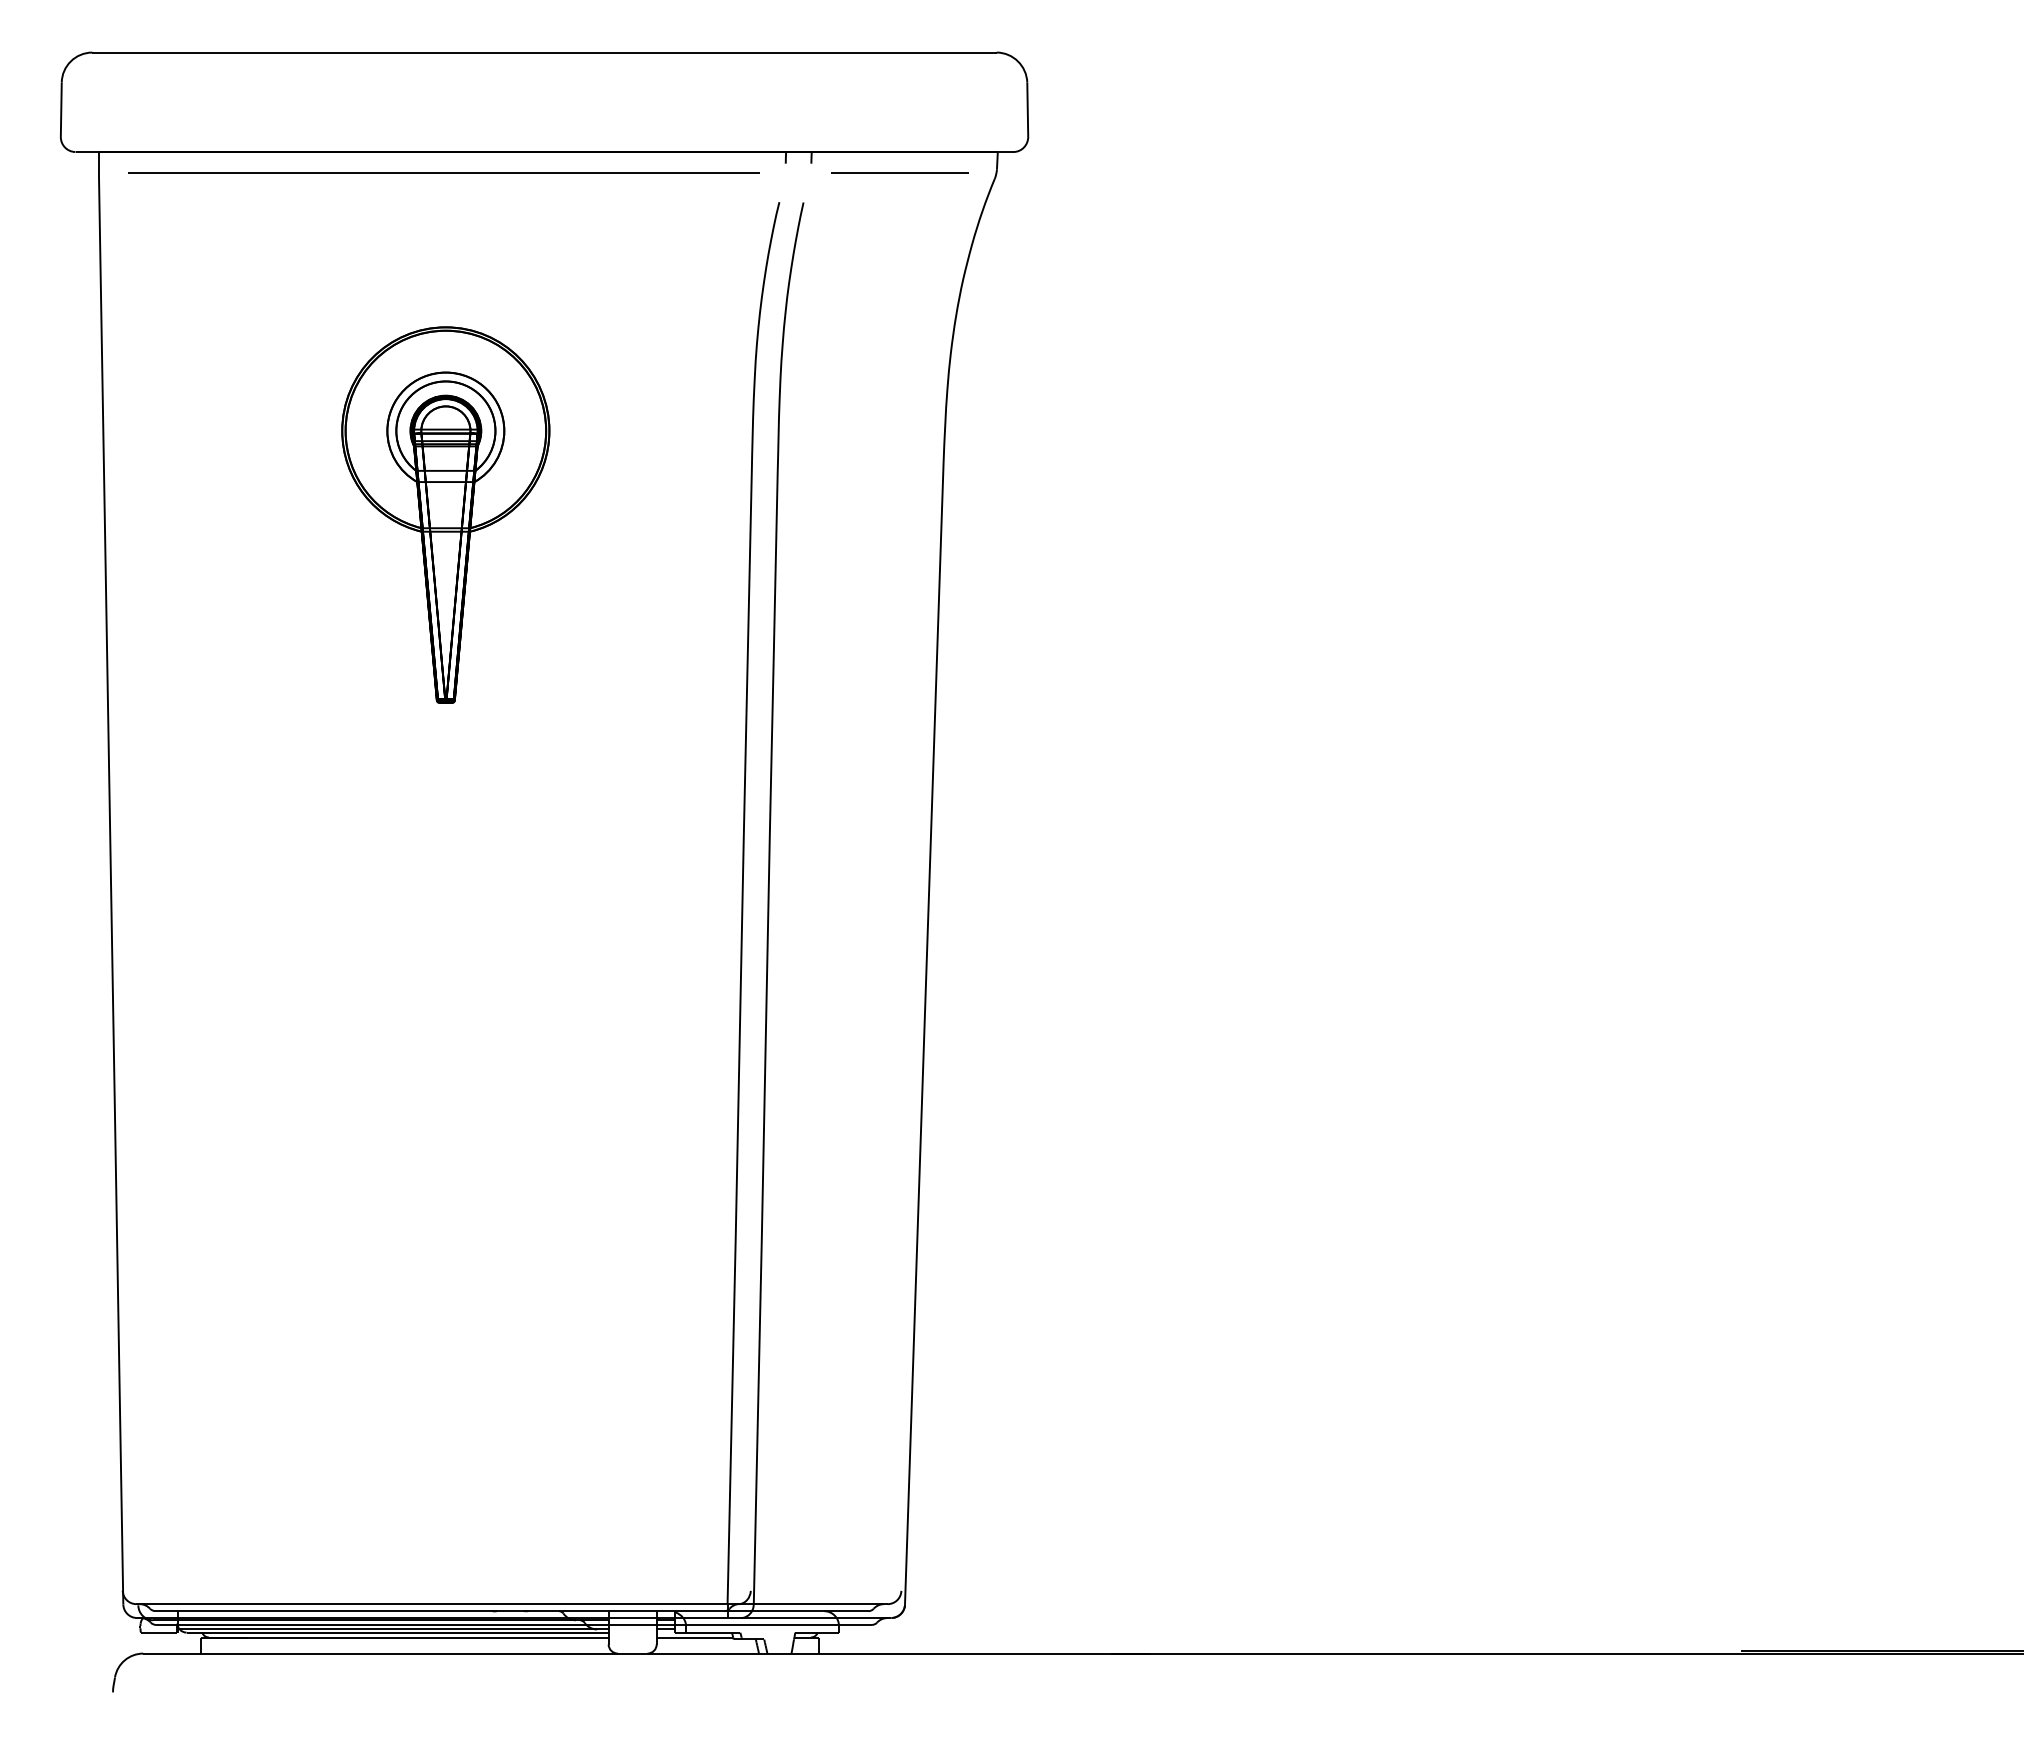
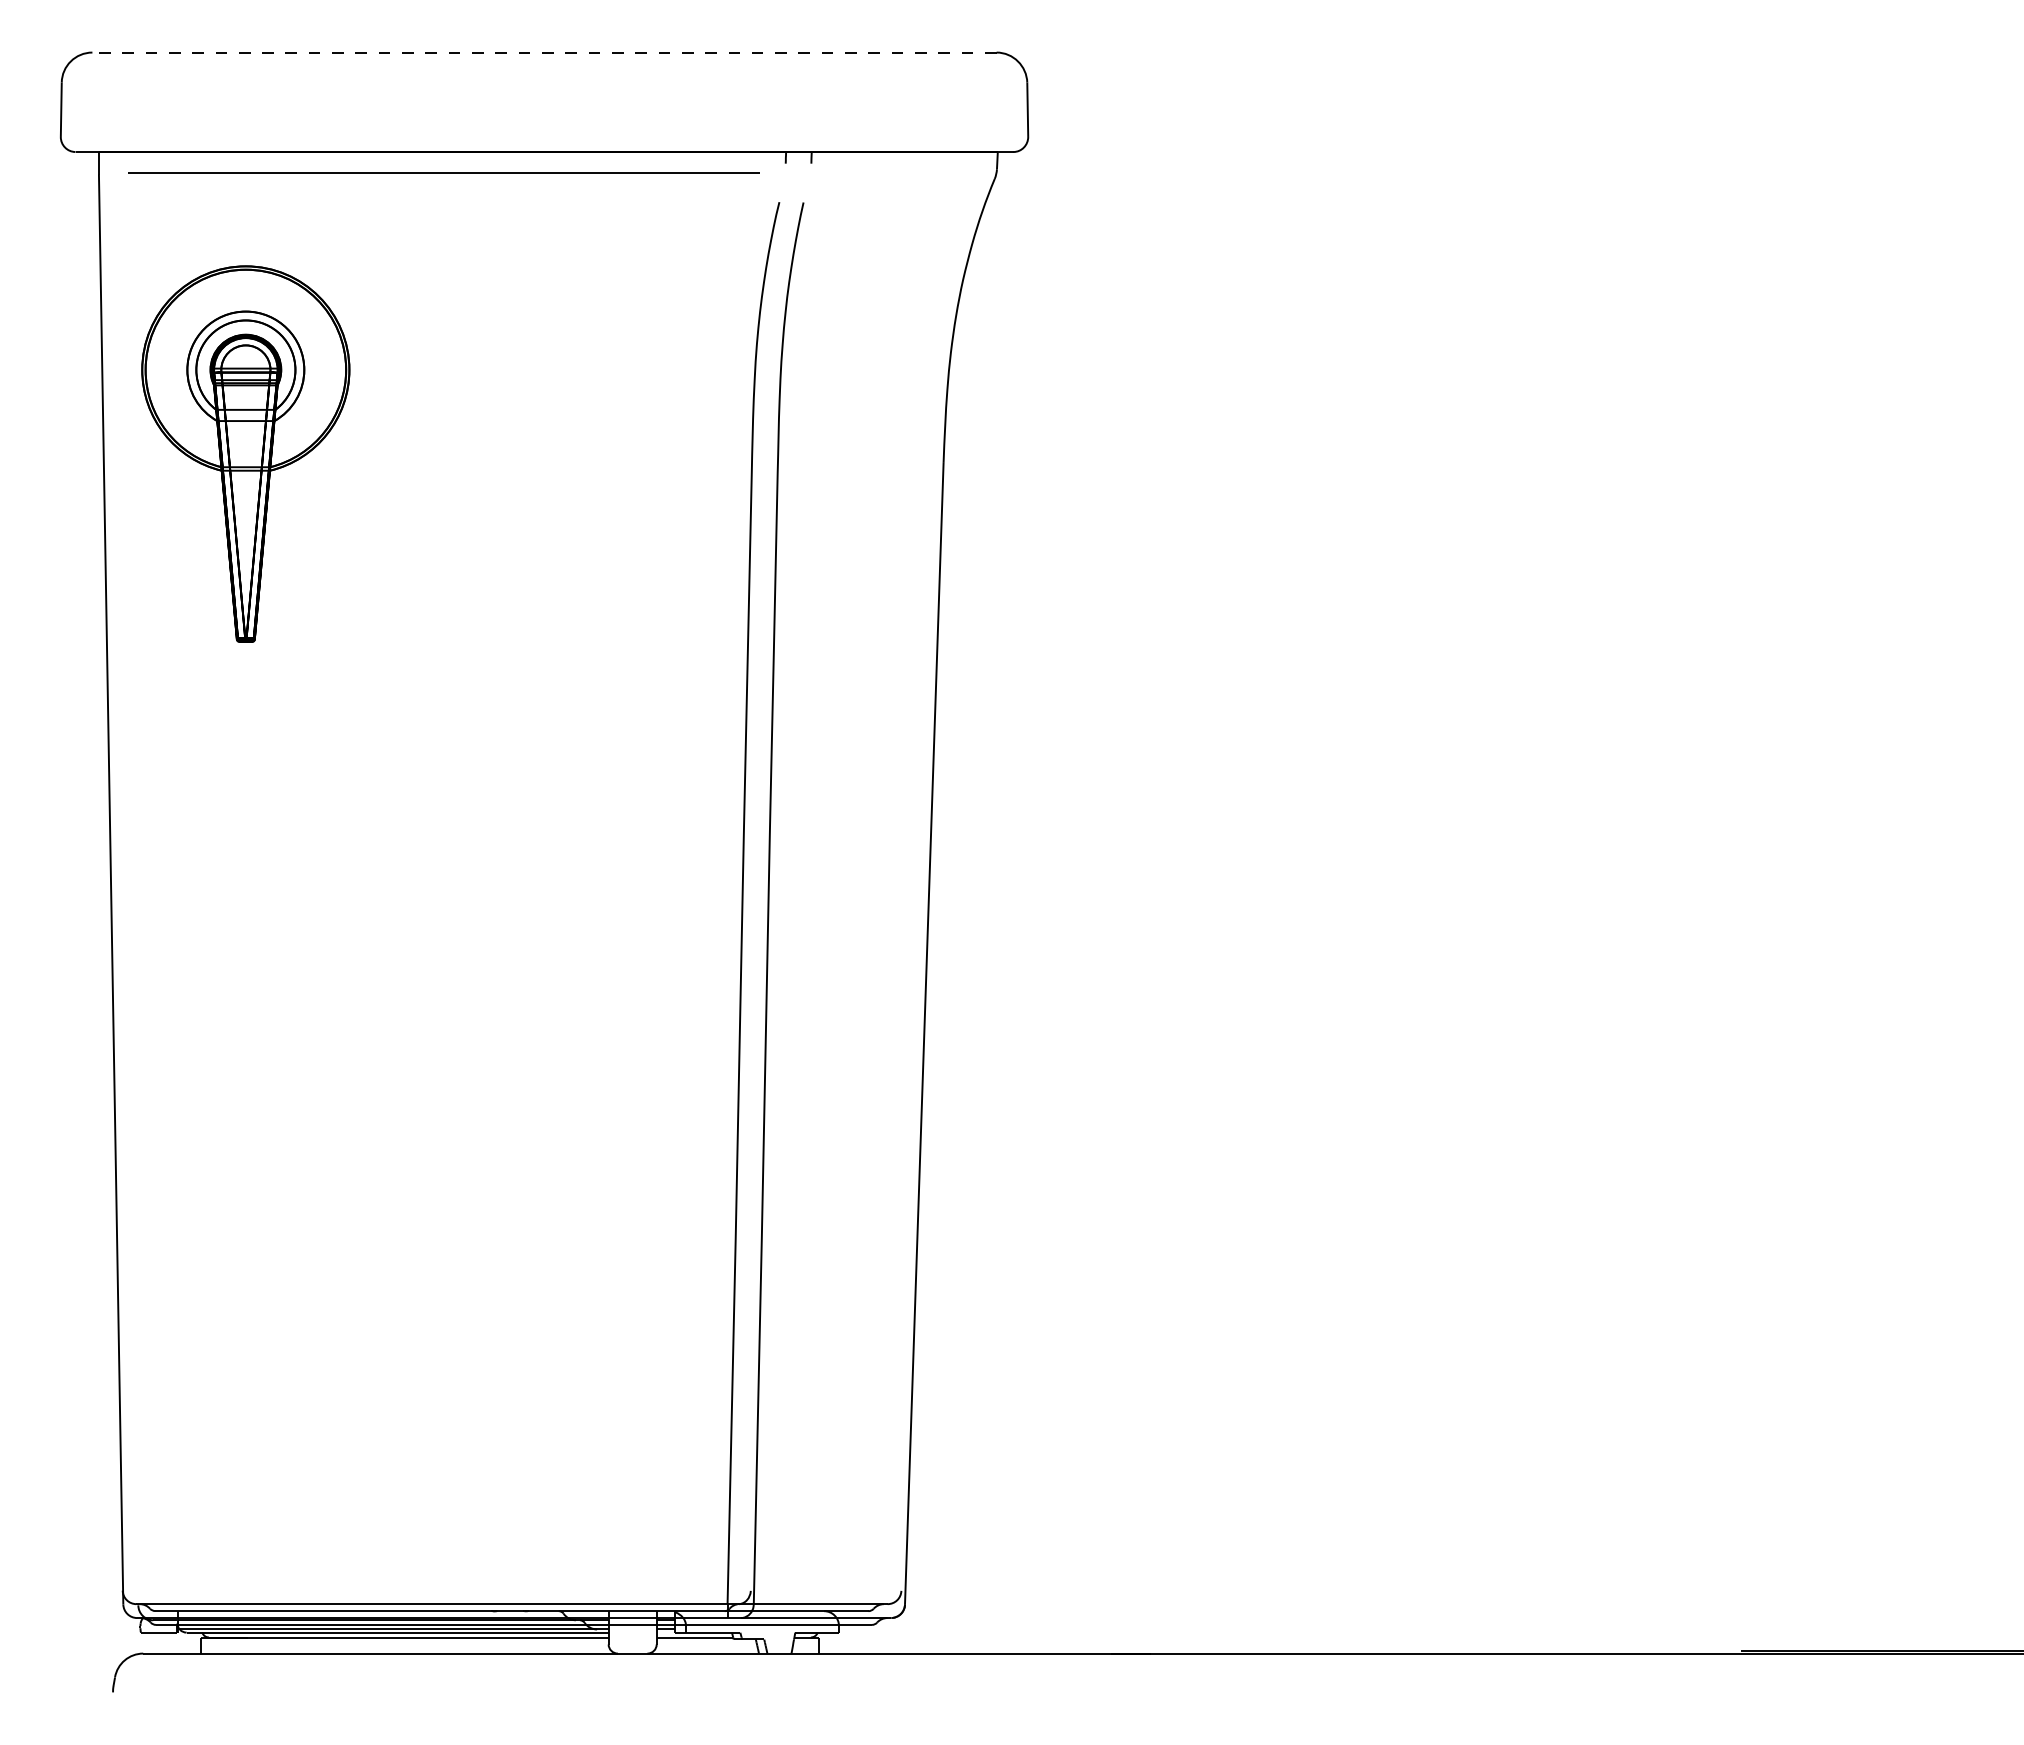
line at (544, 52): solid -> dashed
line at (899, 172): present -> none
part at (445, 514) position: (445, 514) -> (245, 453)
